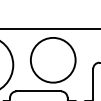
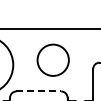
circle at (52, 59) diameter: 45 px -> 31 px
line at (39, 91): solid -> dashed
